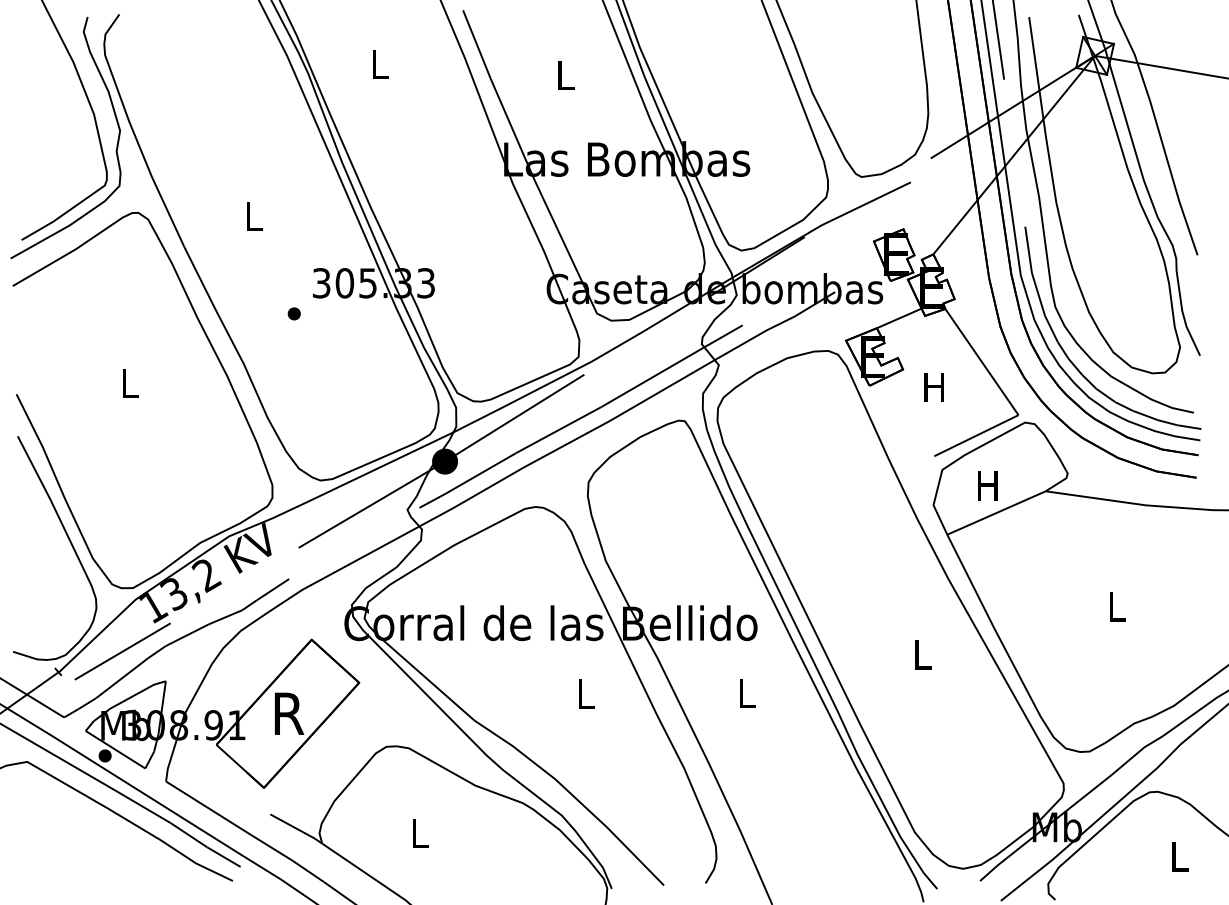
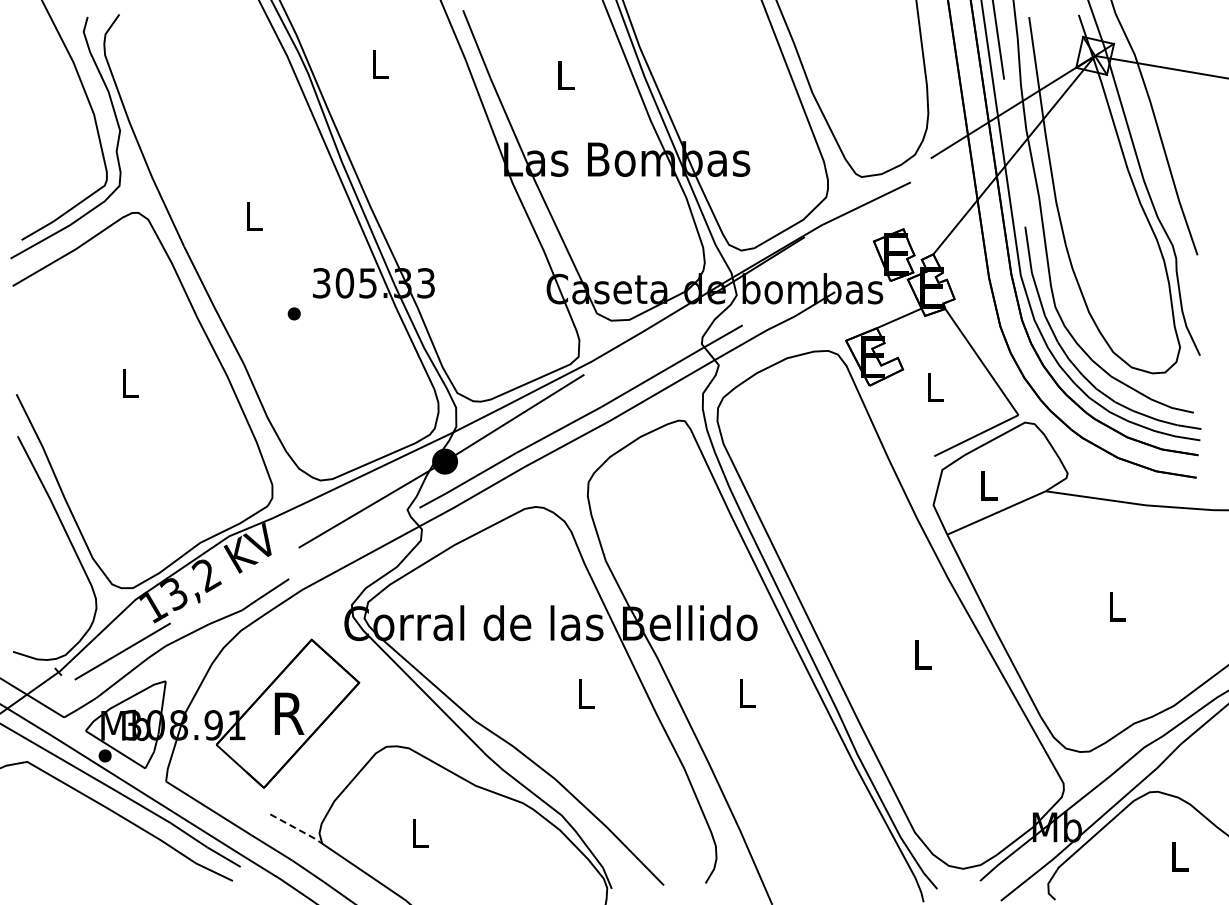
text at (933, 387): H -> L
text at (987, 485): H -> L
line at (297, 829): solid -> dashed
